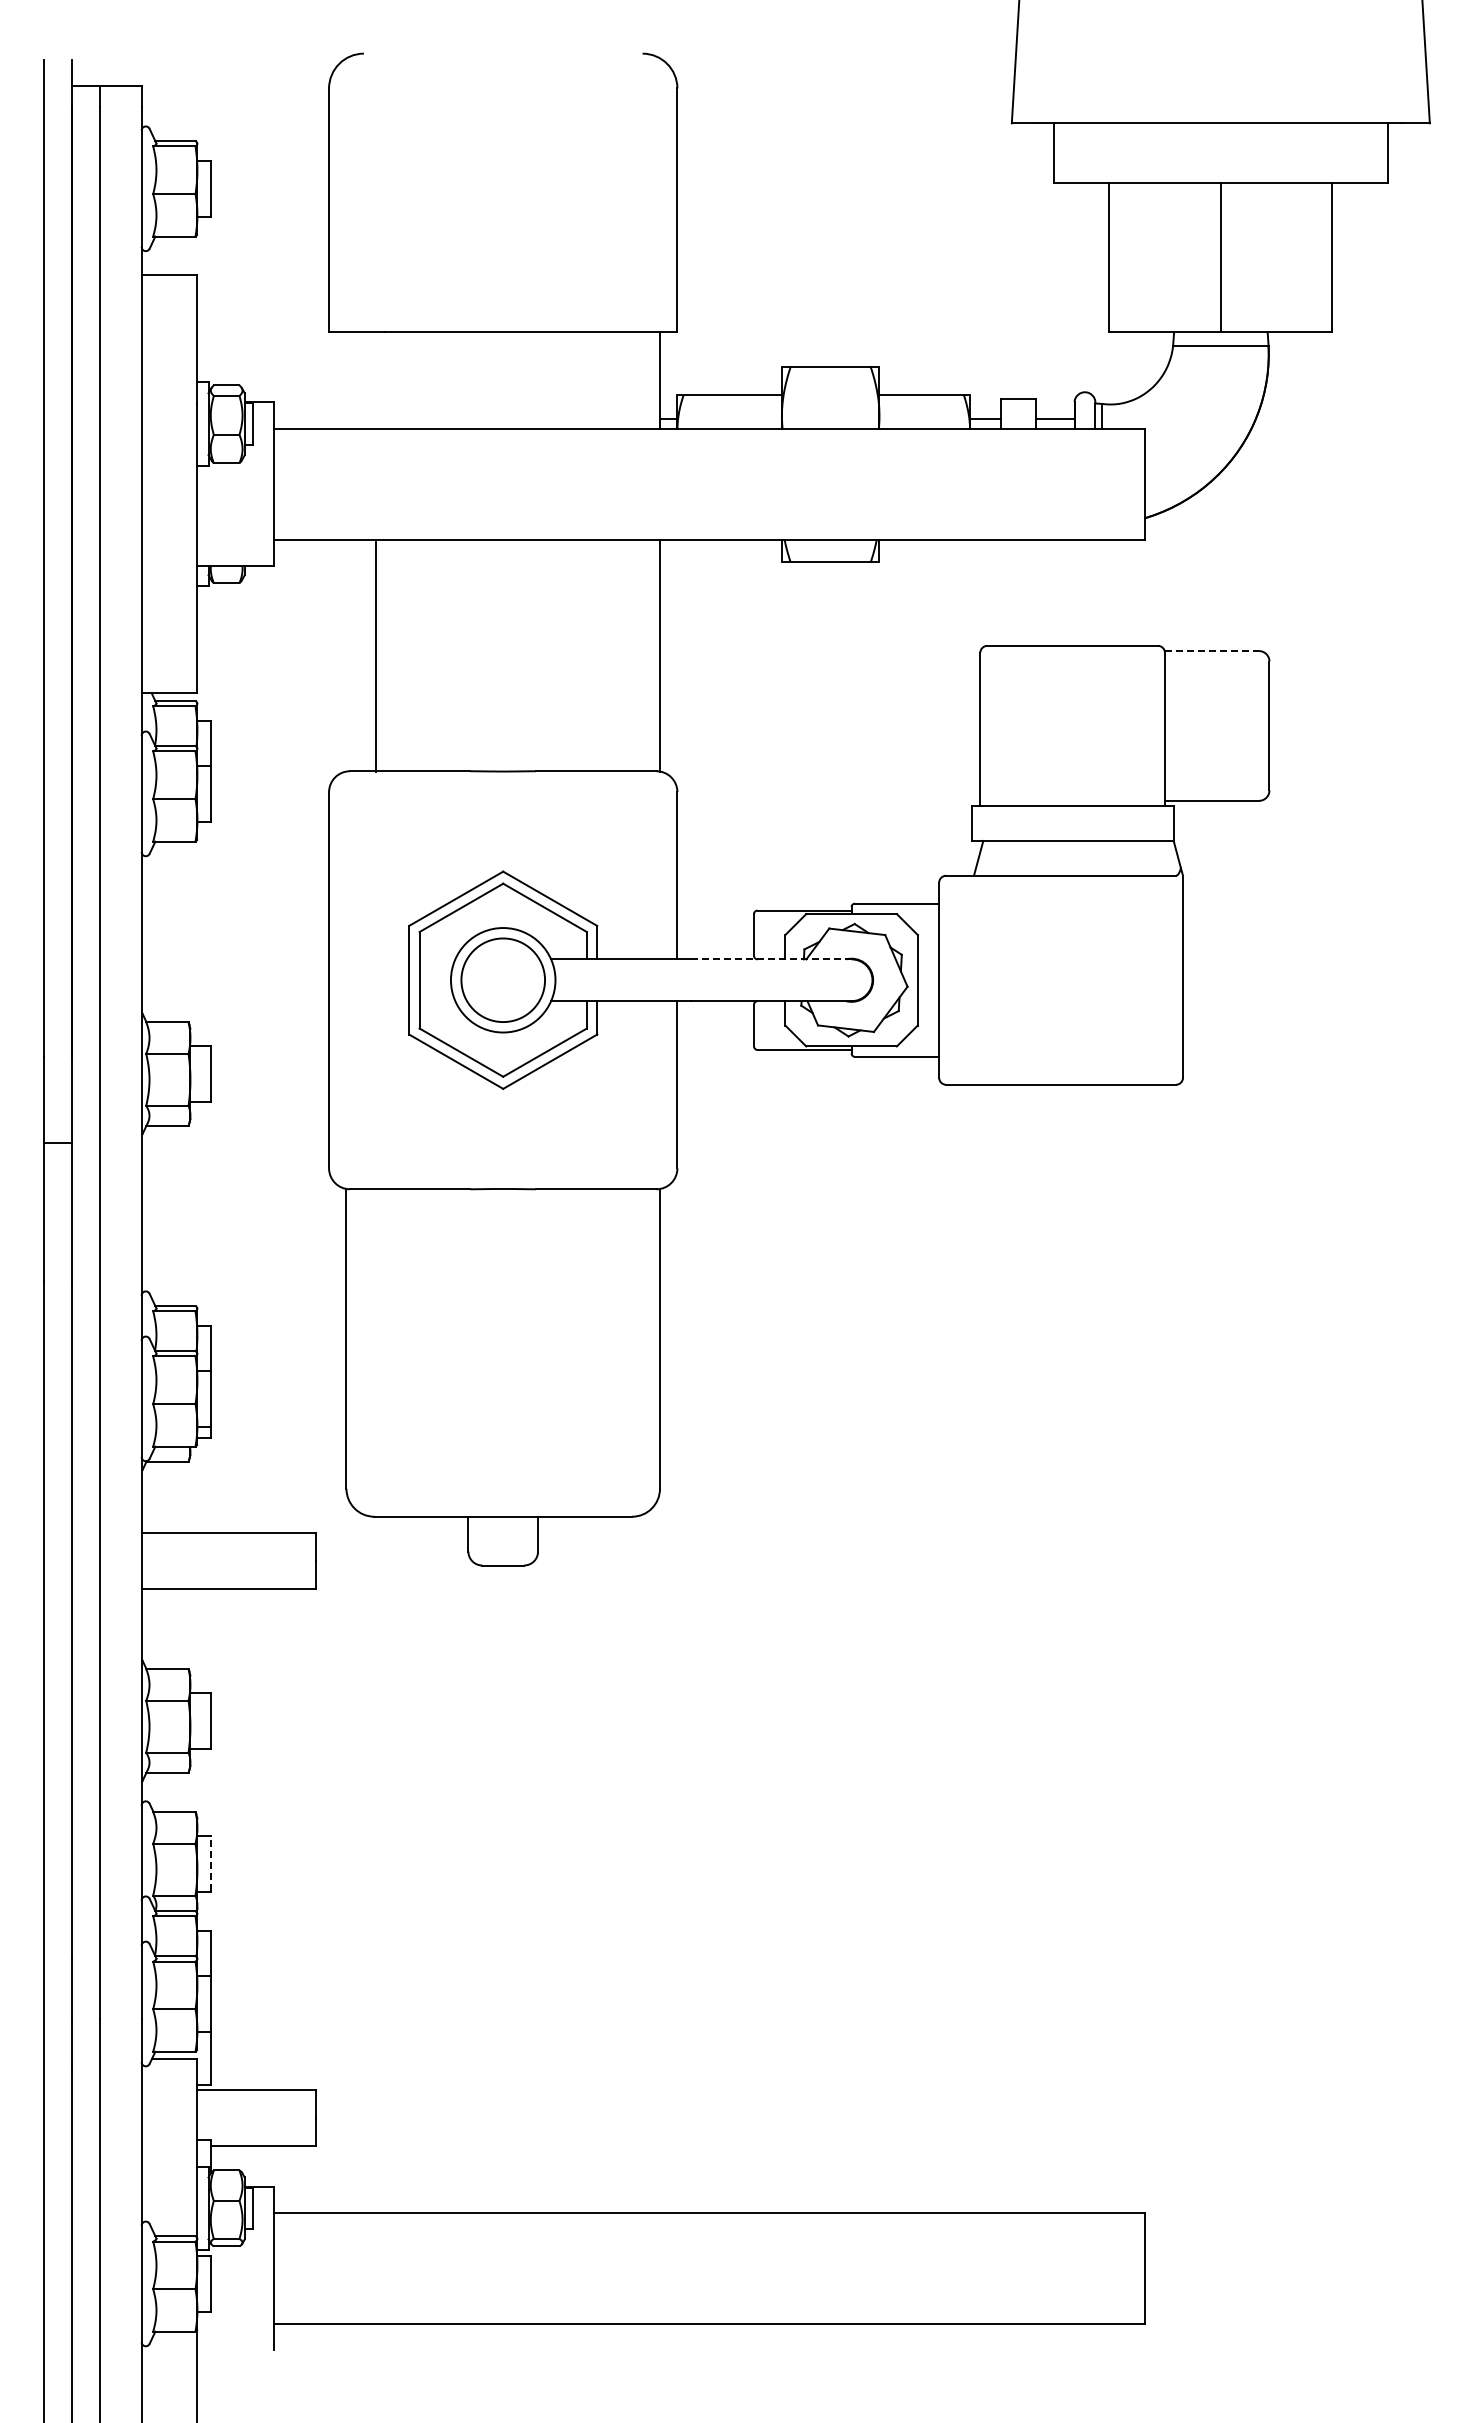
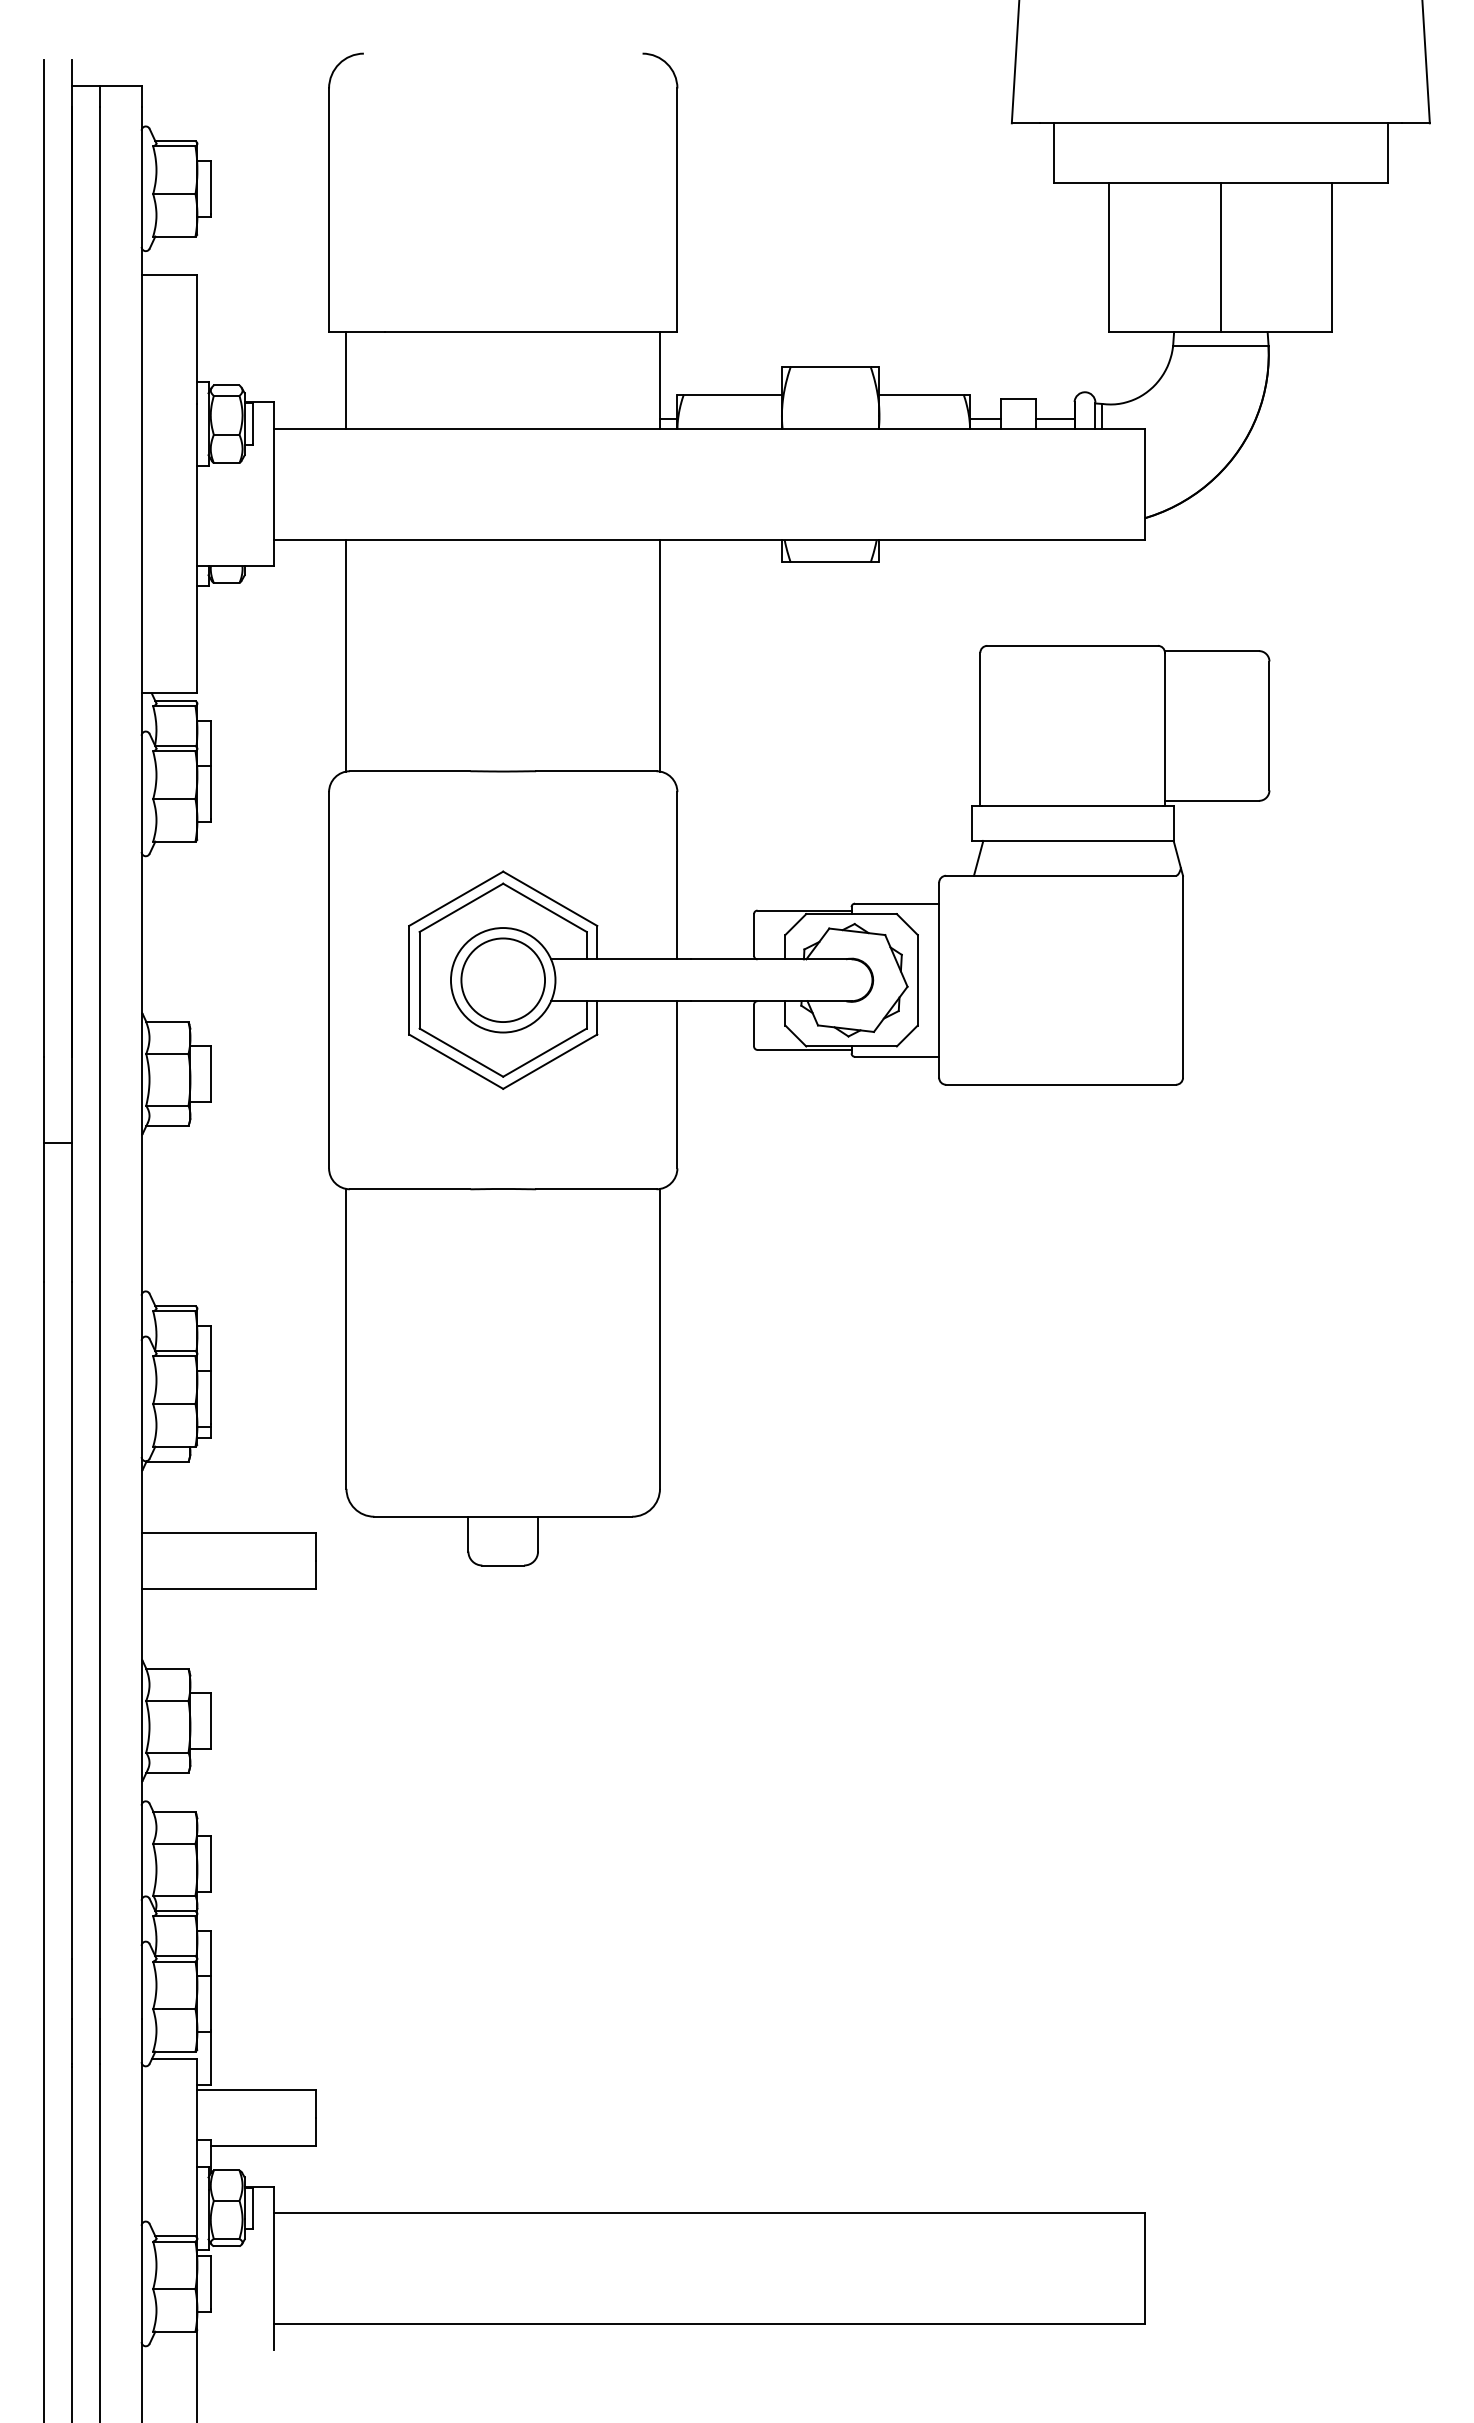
line at (346, 380): none -> present
line at (1212, 651): dashed -> solid
line at (376, 655) position: (376, 655) -> (346, 655)
line at (770, 959): dashed -> solid
line at (211, 1863): dashed -> solid
